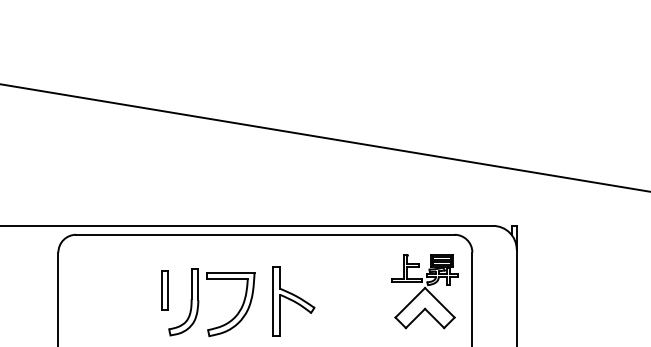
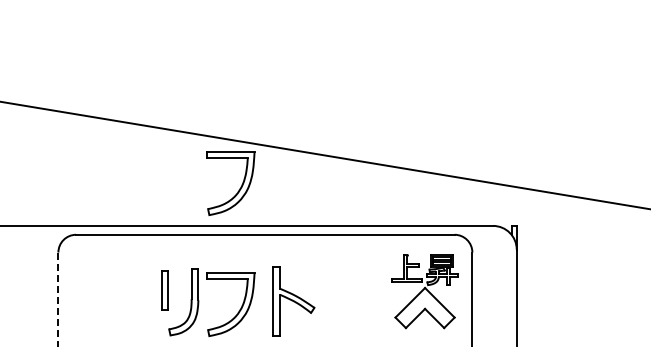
line at (324, 137) position: (324, 137) -> (324, 155)
part at (239, 188): none -> present
line at (58, 299): solid -> dashed
